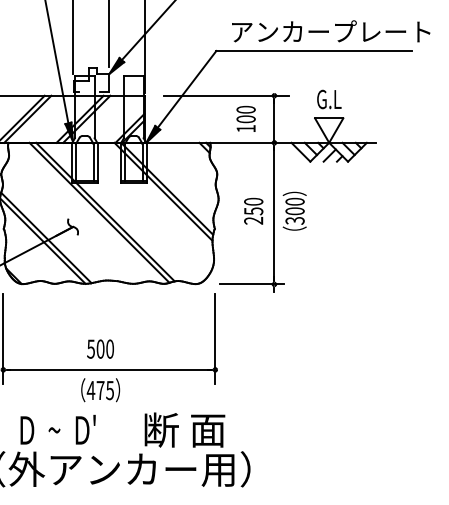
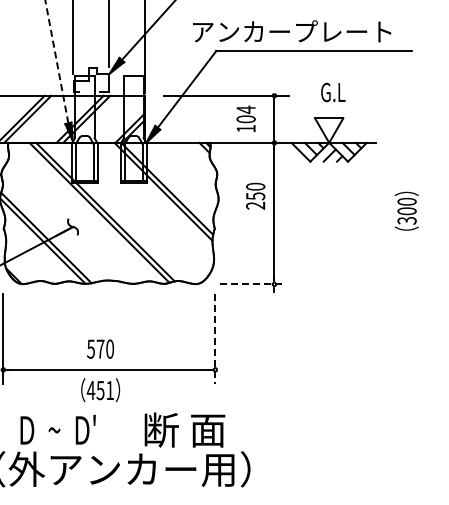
text at (331, 31) position: (331, 31) -> (292, 31)
line at (56, 61): solid -> dashed
text at (329, 99) position: (329, 99) -> (333, 92)
text at (245, 109): 100 -> 104
text at (253, 210) position: (253, 210) -> (255, 195)
text at (294, 210) position: (294, 210) -> (406, 210)
line at (251, 284): solid -> dashed
line at (215, 339): solid -> dashed
text at (100, 348): 500 -> 570
text at (104, 390): 475 -> 451
